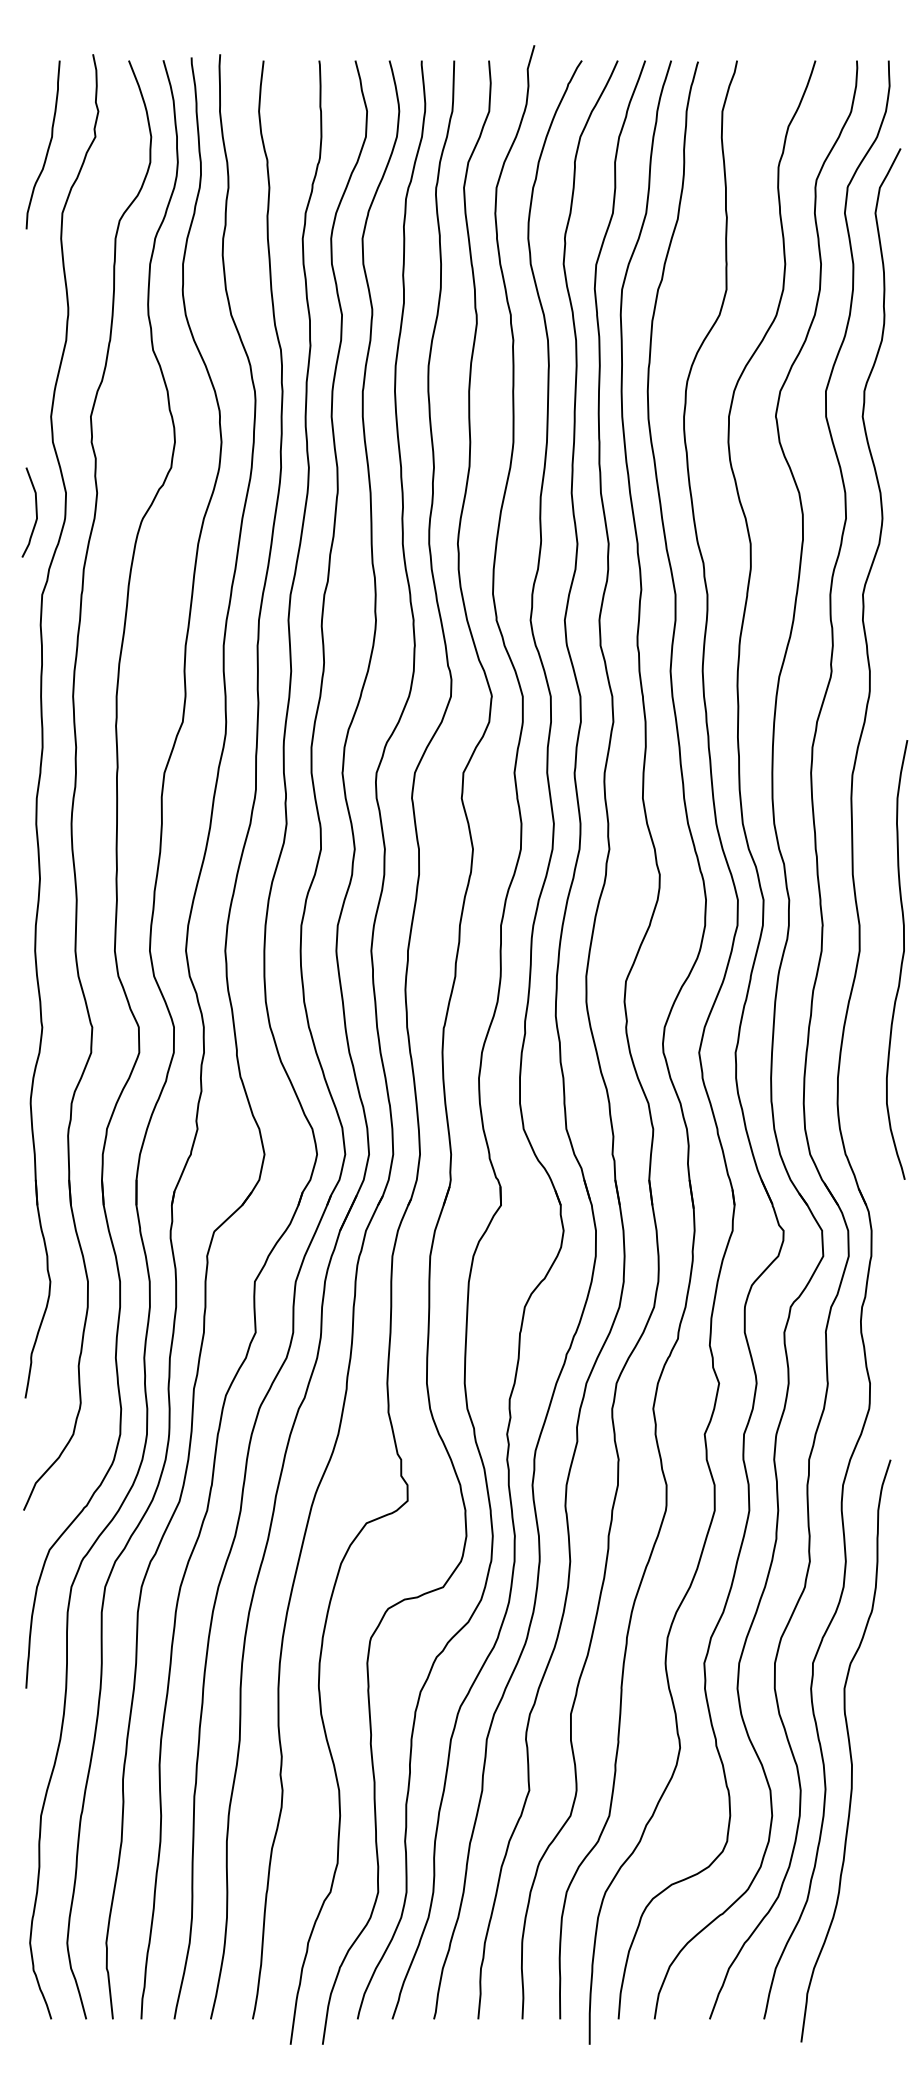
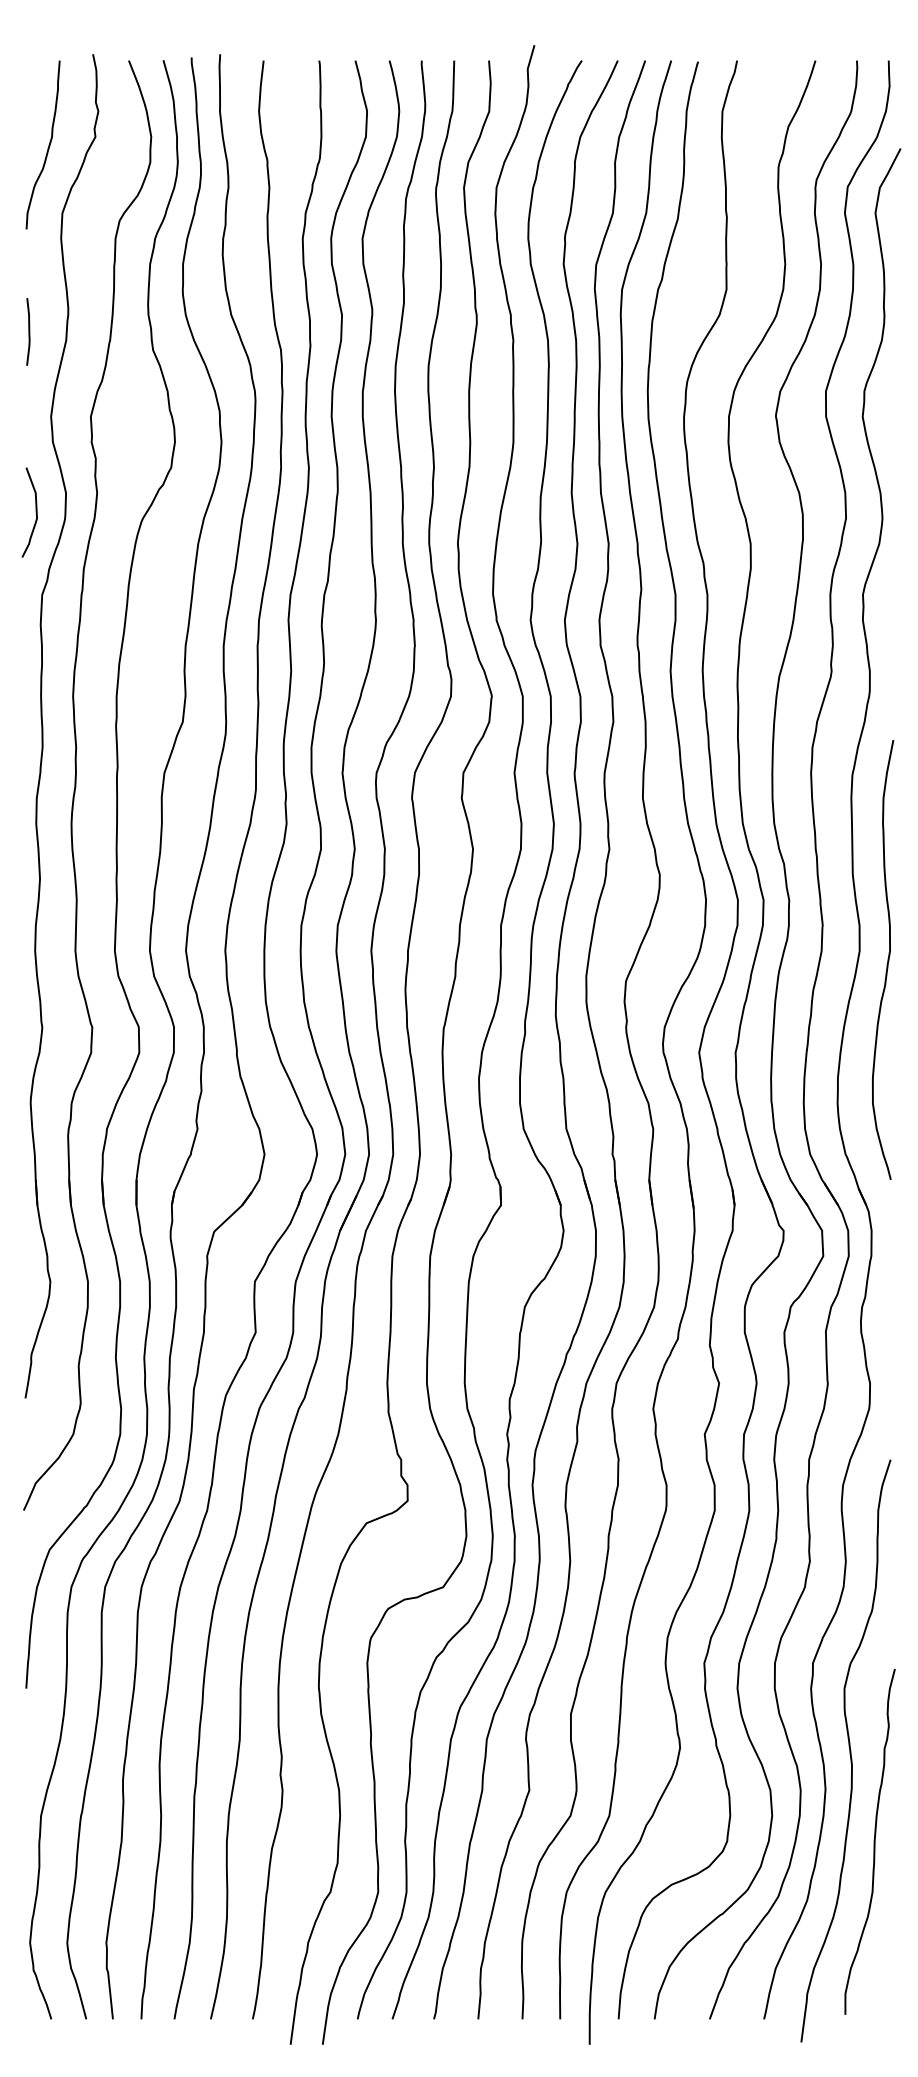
curve at (28, 331): none -> present
curve at (901, 959) position: (901, 959) -> (887, 959)
curve at (873, 1841): none -> present
